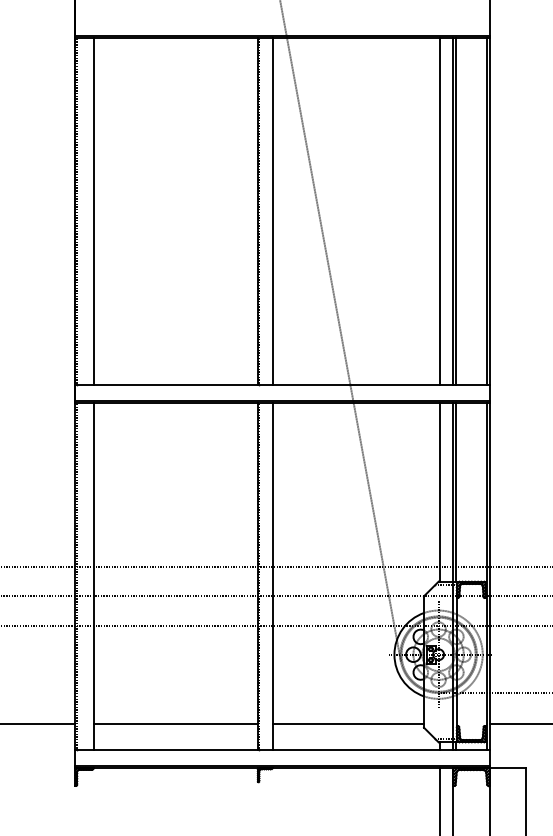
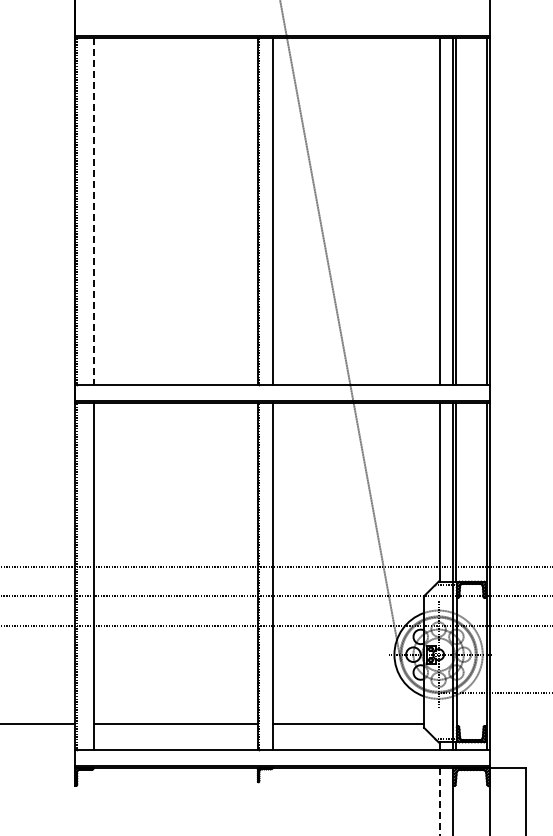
line at (93, 211): solid -> dashed
line at (519, 724): present -> none
line at (440, 801): solid -> dashed
